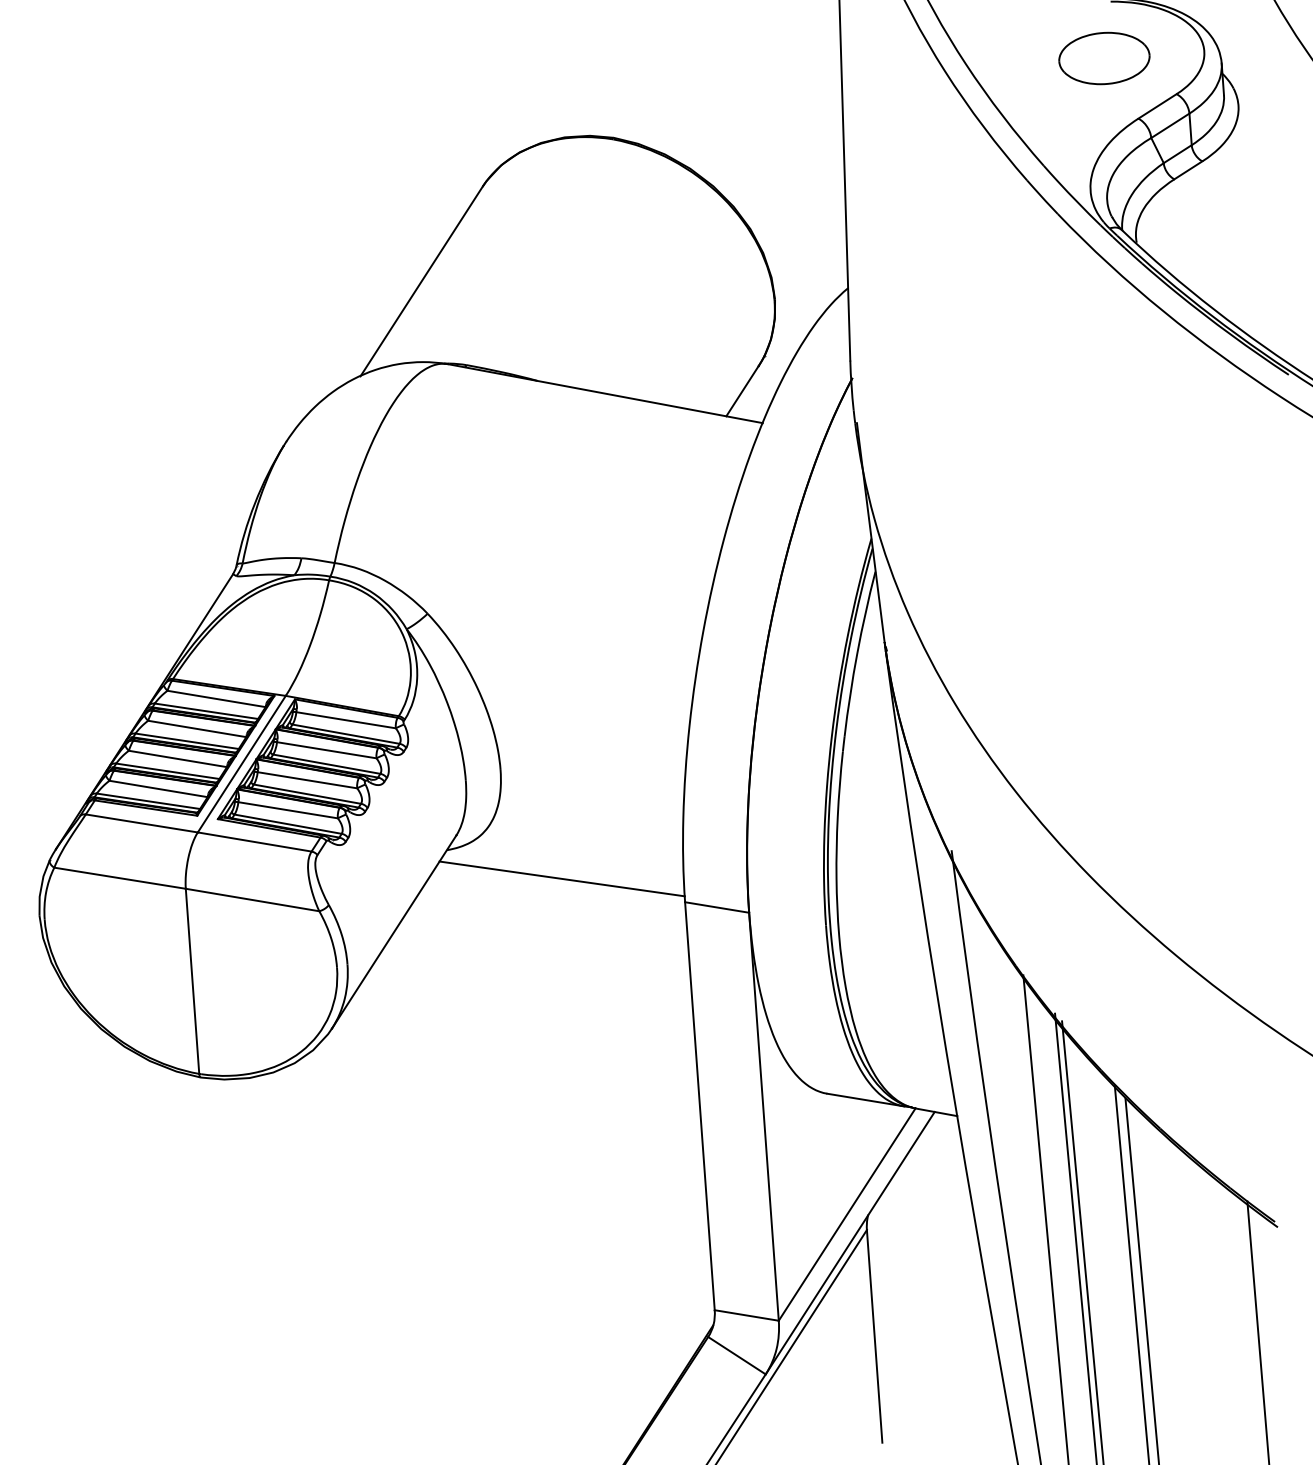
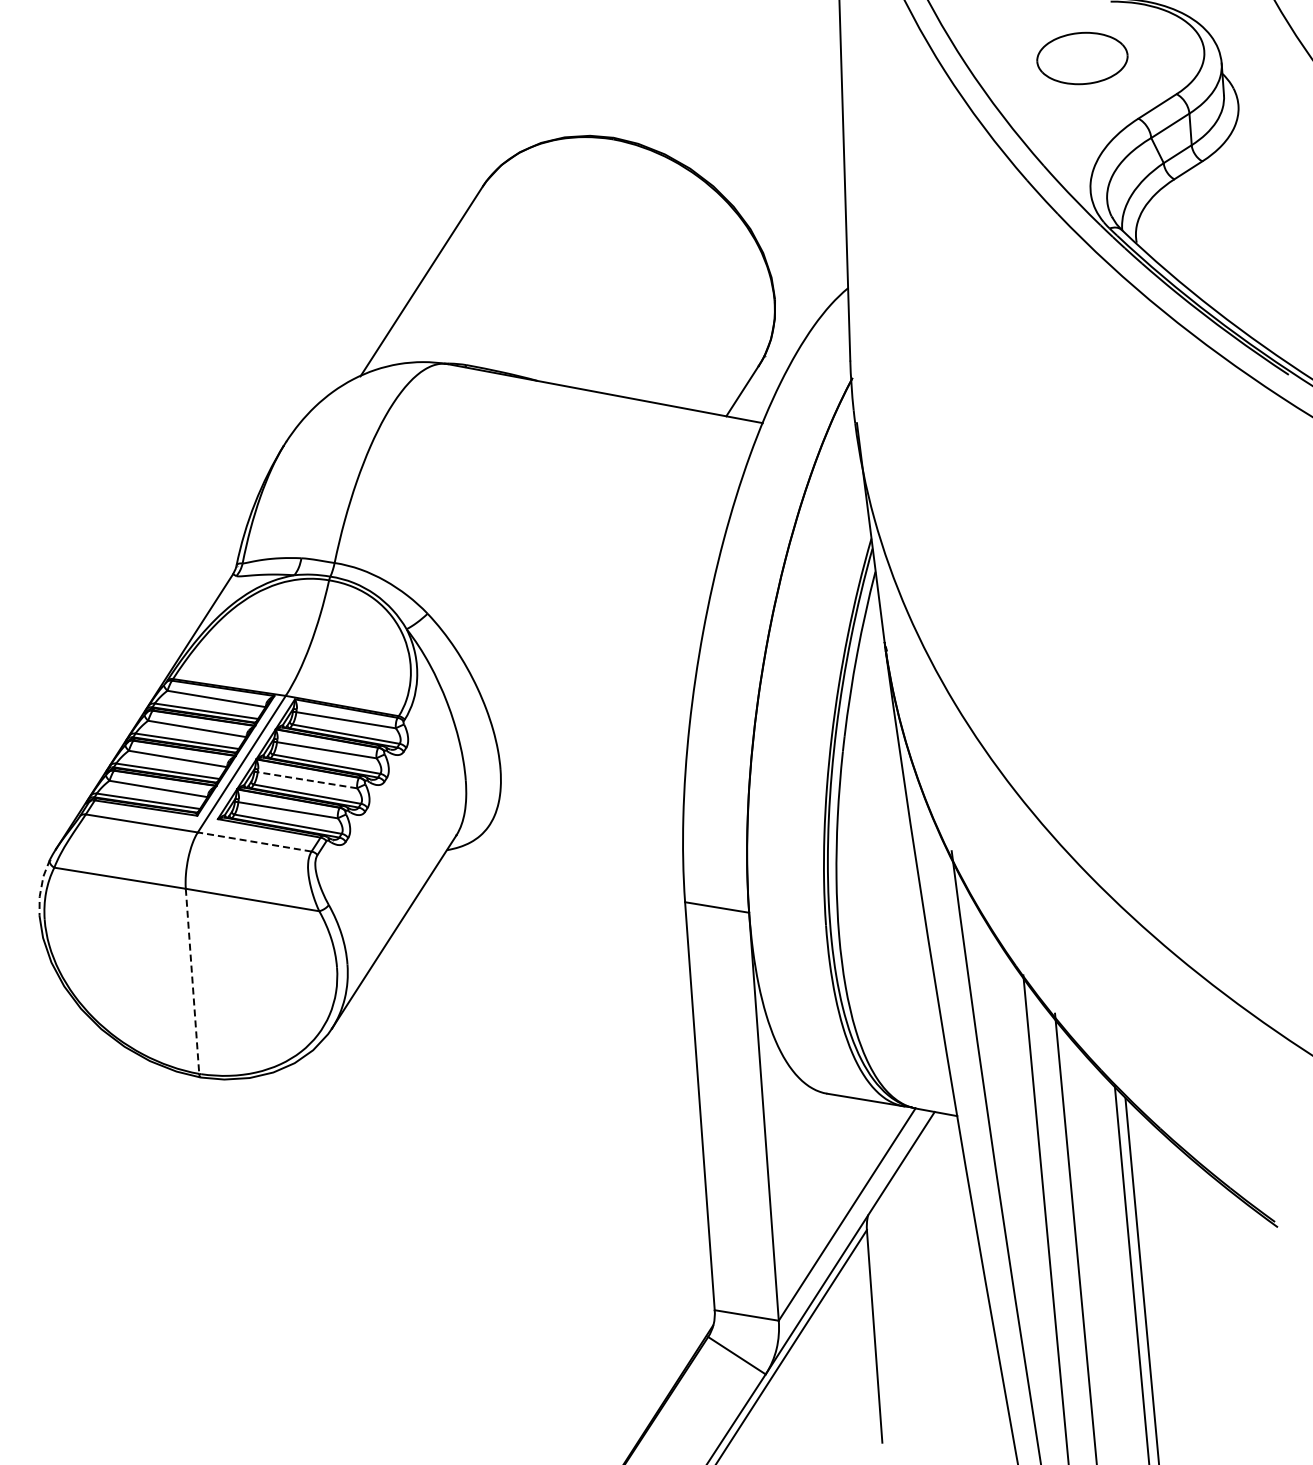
part at (1104, 58) position: (1104, 58) -> (1082, 58)
line at (306, 780): solid -> dashed
line at (254, 842): solid -> dashed
line at (561, 878): present -> none
line at (41, 887): solid -> dashed
line at (192, 981): solid -> dashed
line at (1082, 1241): present -> none
line at (1257, 1331): present -> none
